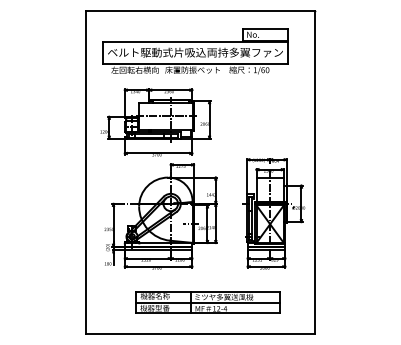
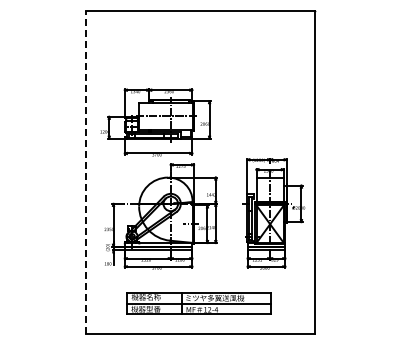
part at (195, 51): present -> none
line at (85, 172): solid -> dashed
part at (207, 302) position: (207, 302) -> (198, 303)
